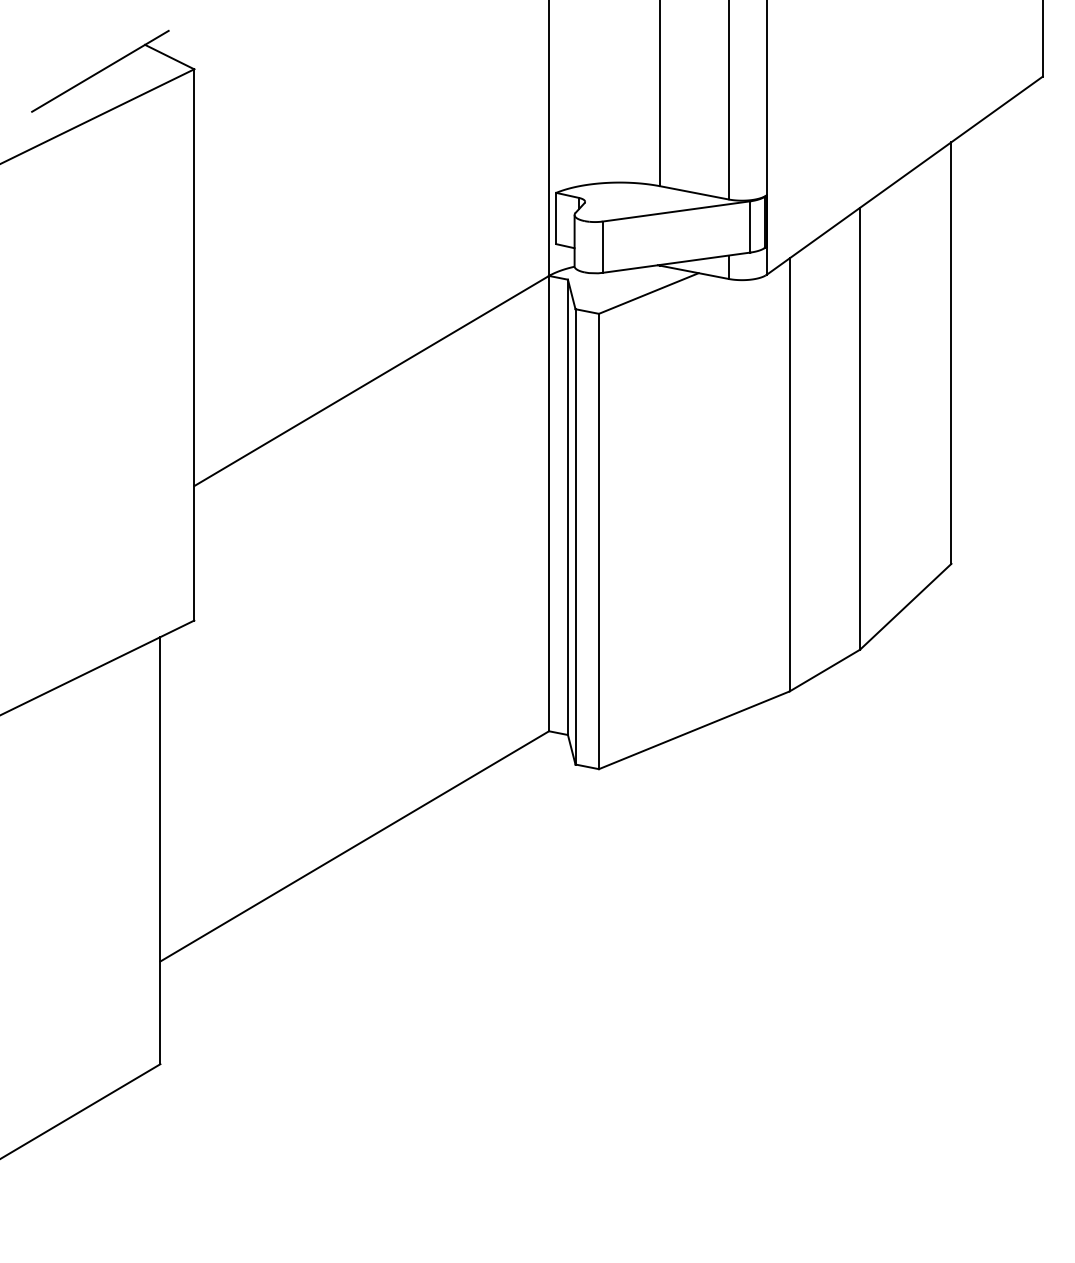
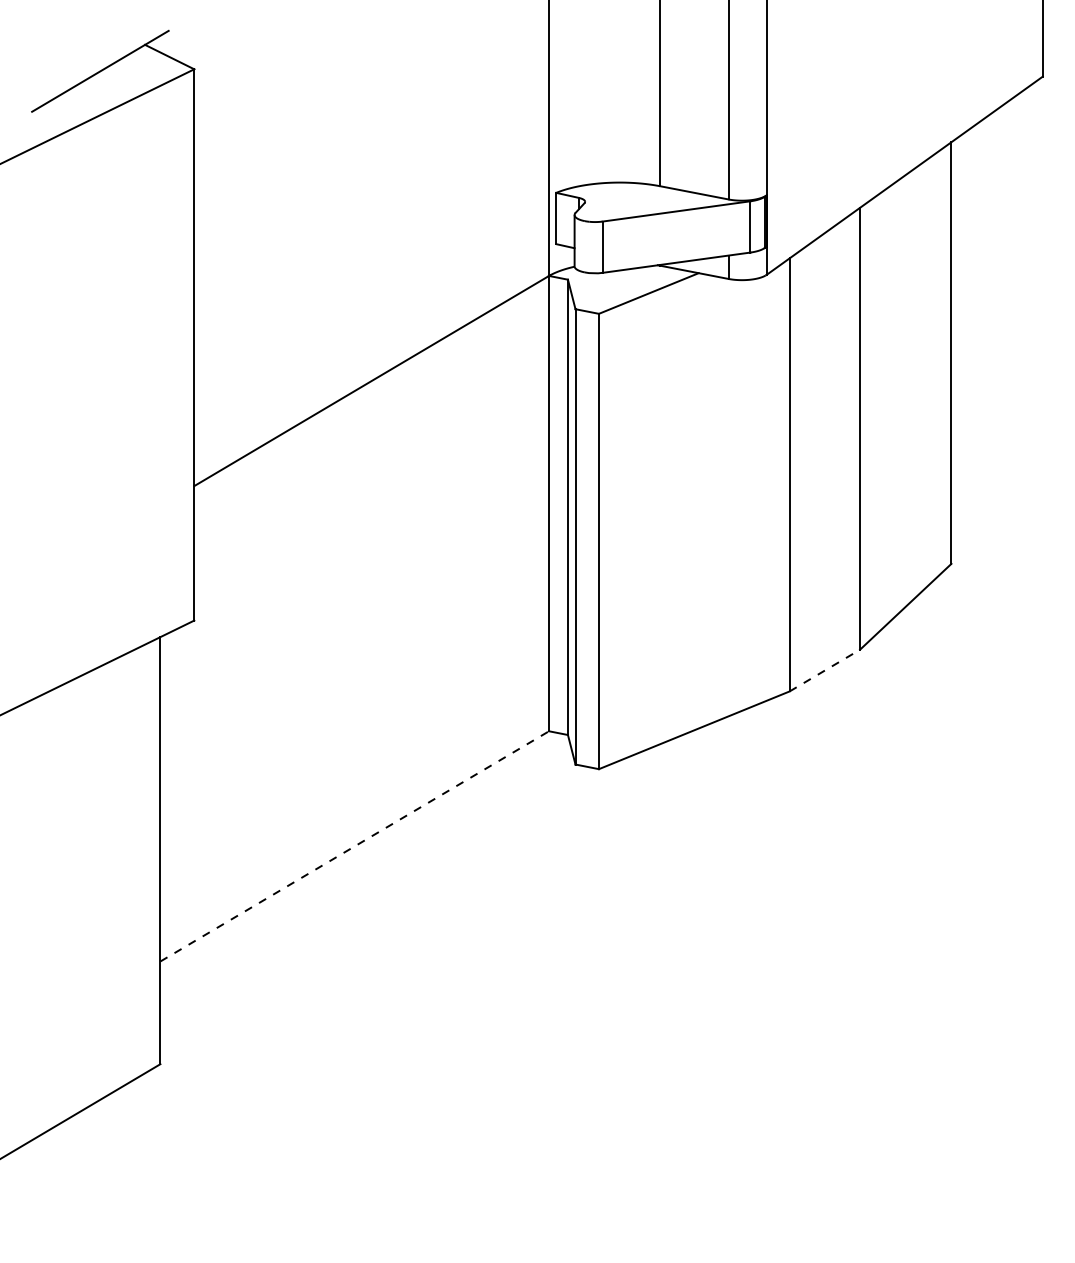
line at (824, 670): solid -> dashed
line at (354, 846): solid -> dashed
